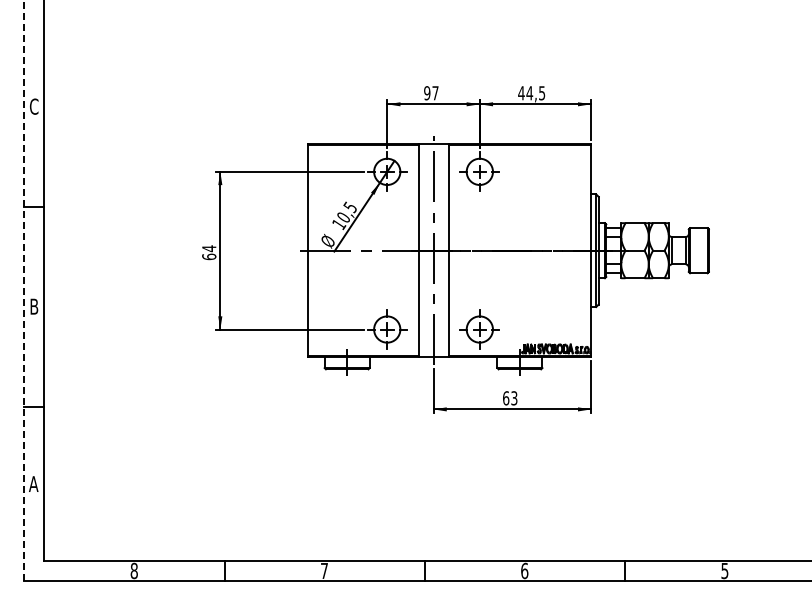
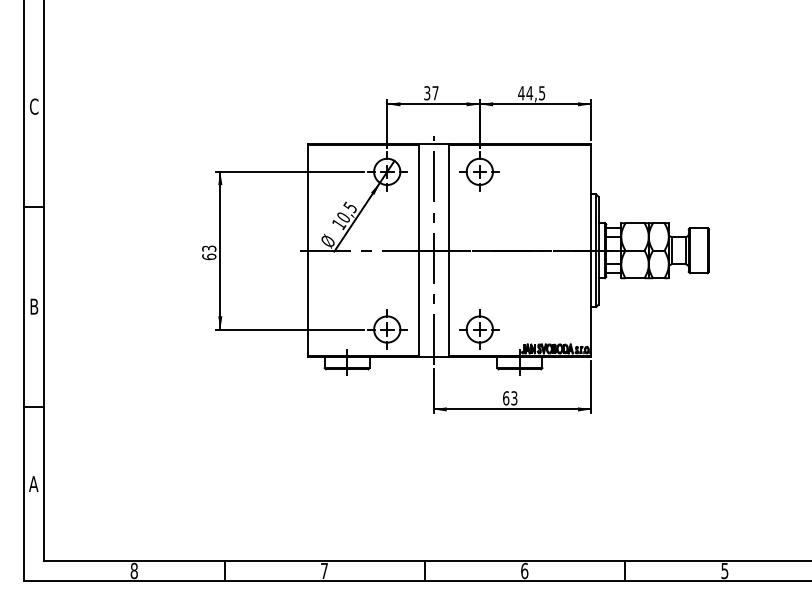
text at (427, 93): 97 -> 37
text at (209, 248): 64 -> 63
line at (24, 290): dashed -> solid
